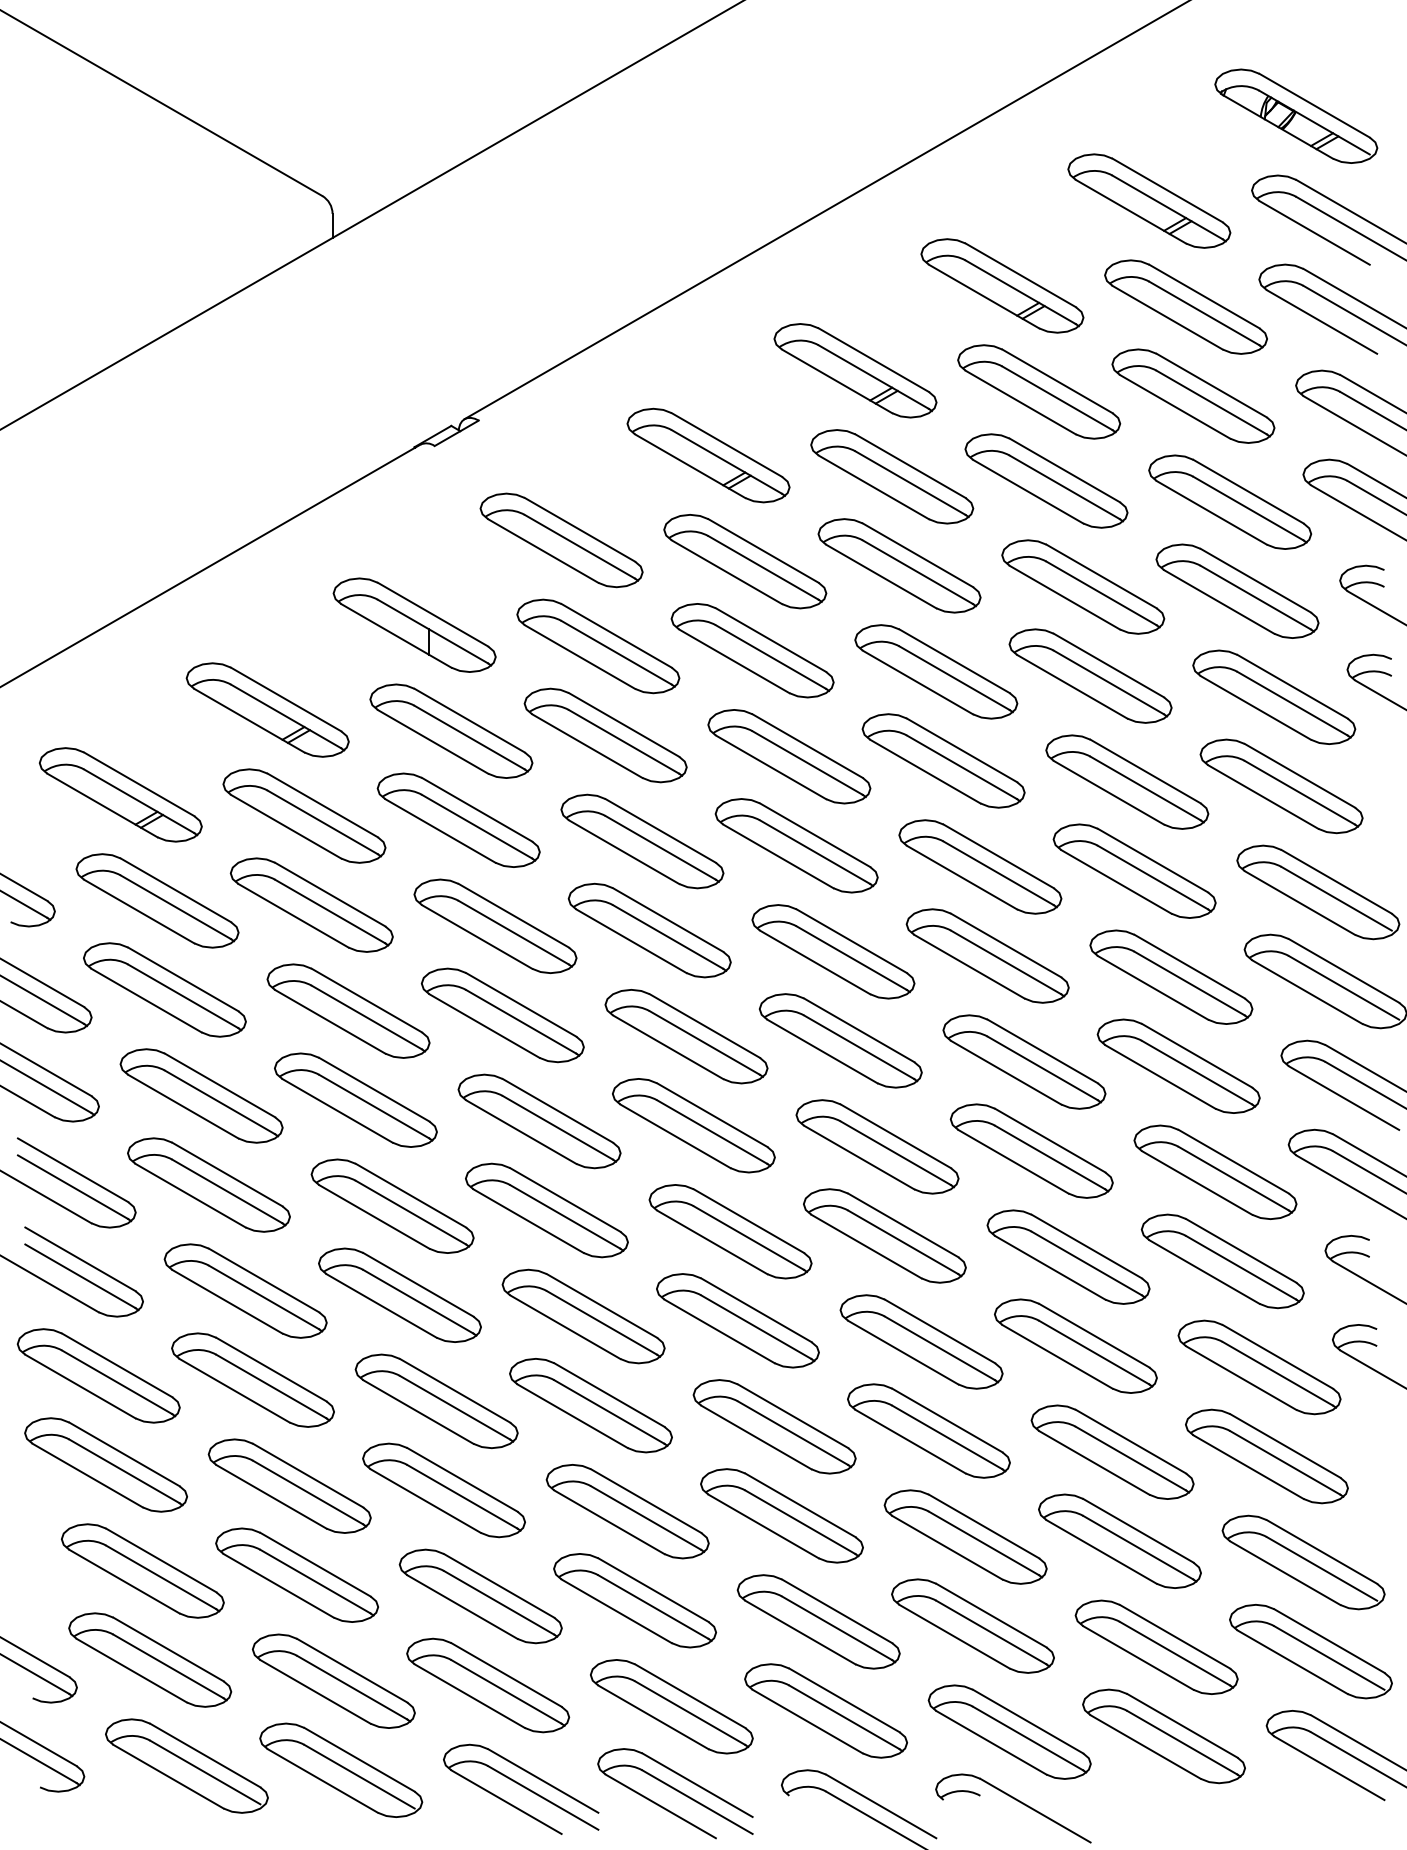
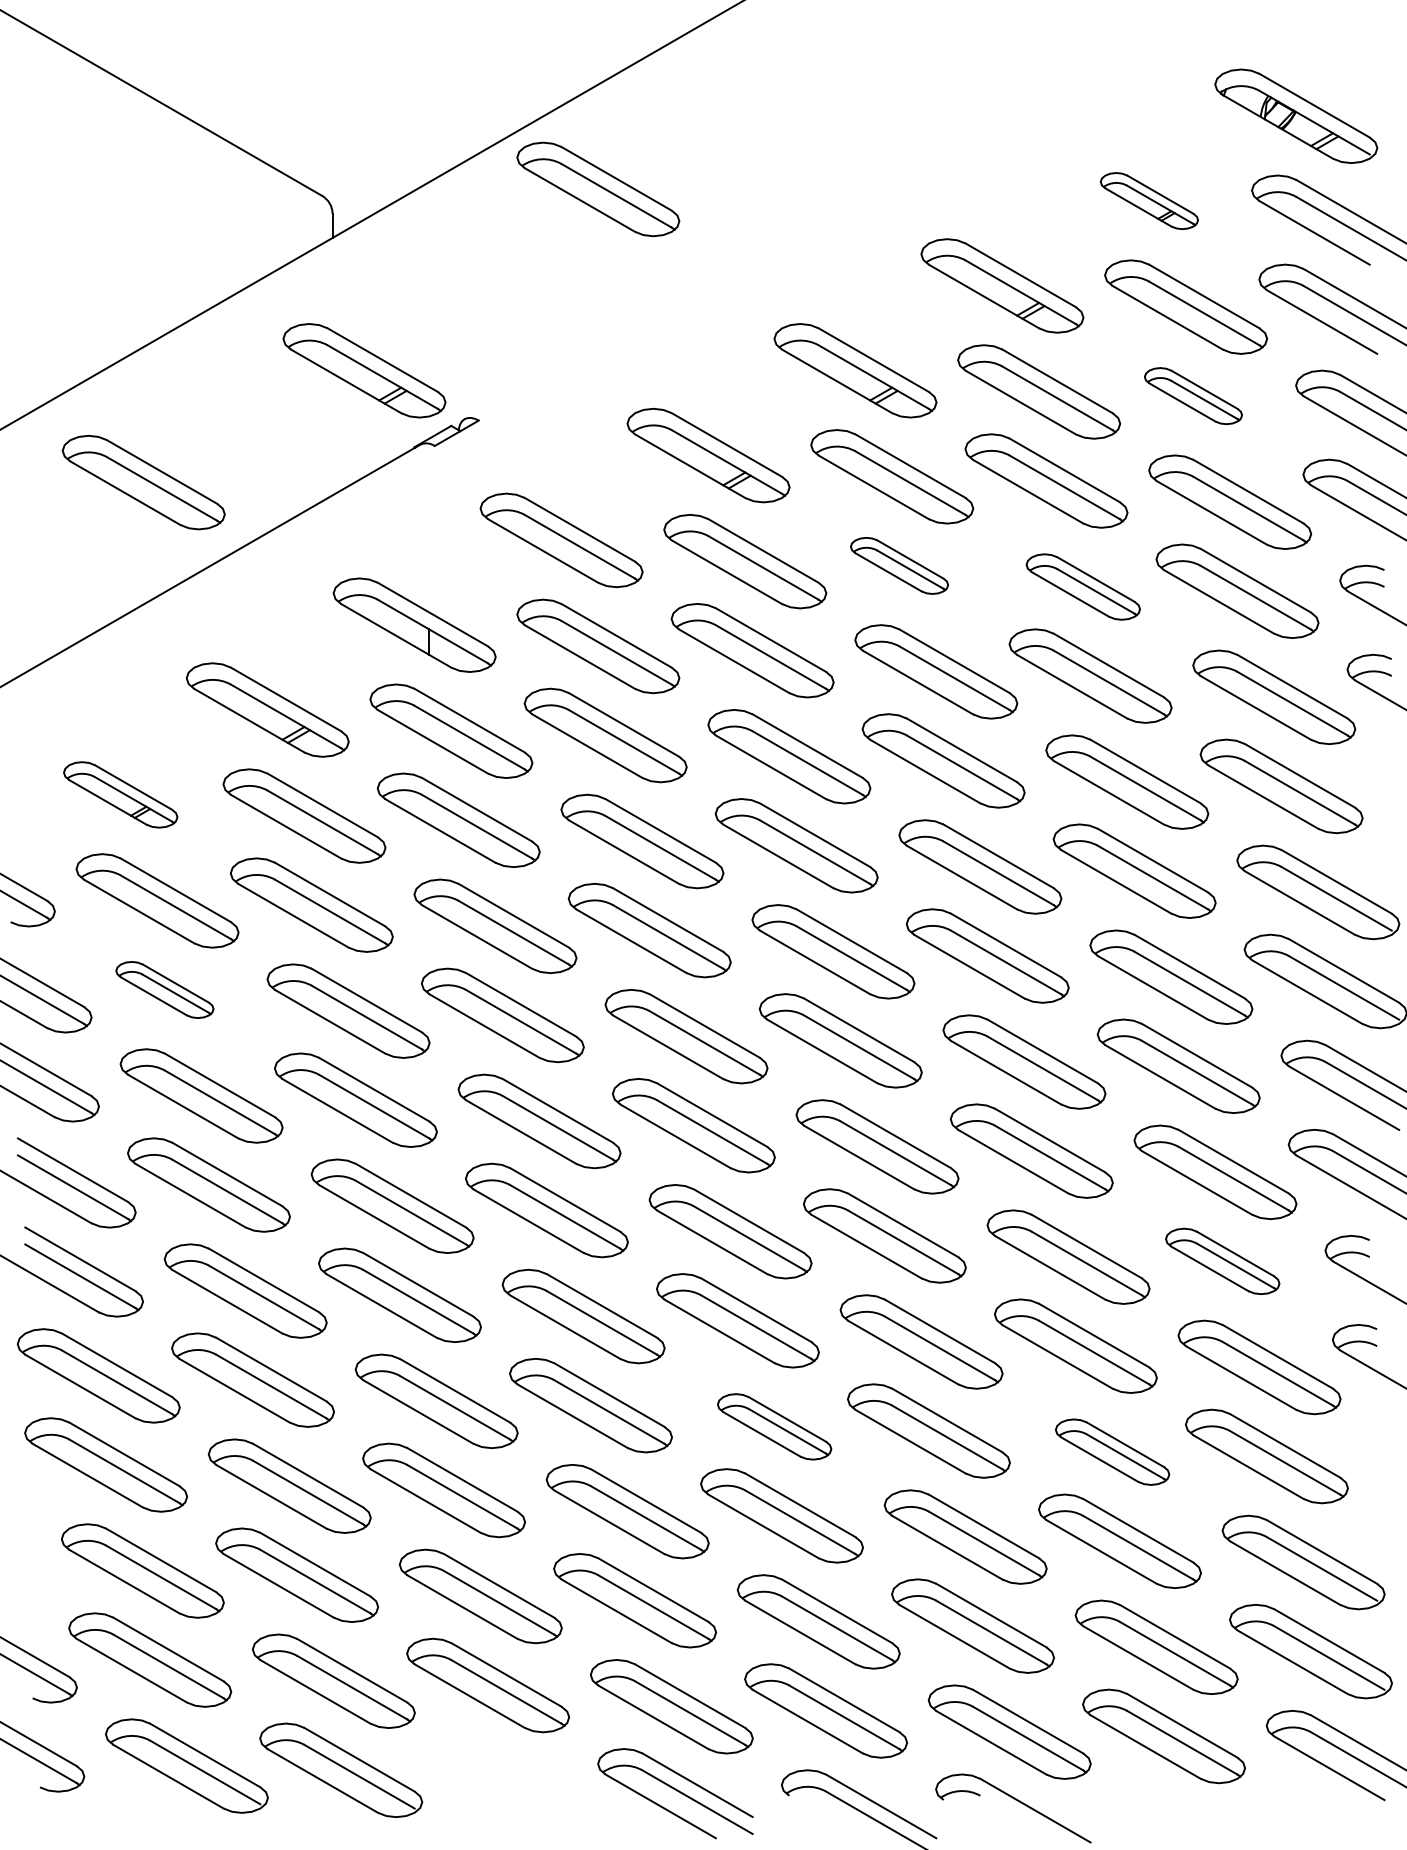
part at (598, 189): none -> present
part at (1149, 200) size: 165x96 px -> 99x58 px
line at (825, 210): present -> none
part at (364, 370): none -> present
part at (1193, 395) size: 165x96 px -> 99x59 px
part at (143, 482): none -> present
part at (899, 565) size: 165x96 px -> 99x58 px
part at (1083, 586) size: 165x96 px -> 116x68 px
part at (120, 794) size: 165x96 px -> 116x68 px
part at (164, 989) size: 164x96 px -> 100x58 px
part at (1222, 1261) size: 165x97 px -> 116x69 px
part at (774, 1426) size: 165x96 px -> 116x68 px
part at (1112, 1451) size: 165x96 px -> 116x68 px
part at (521, 1788): present -> none
